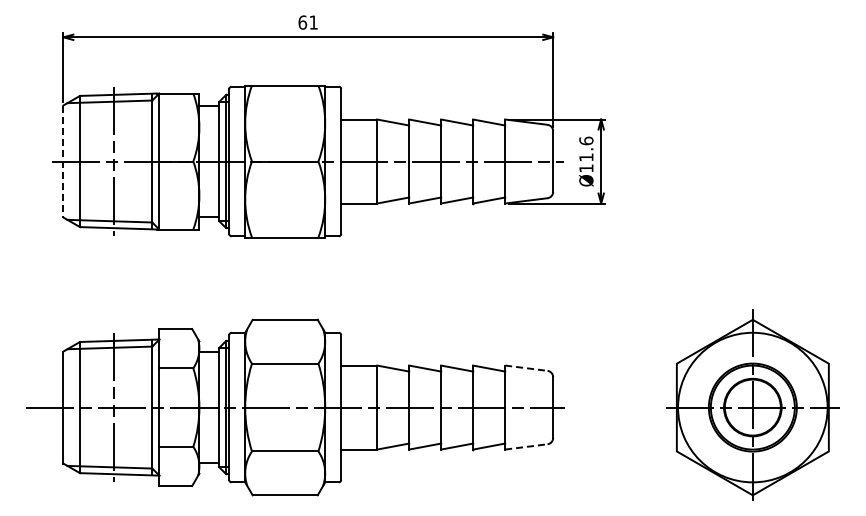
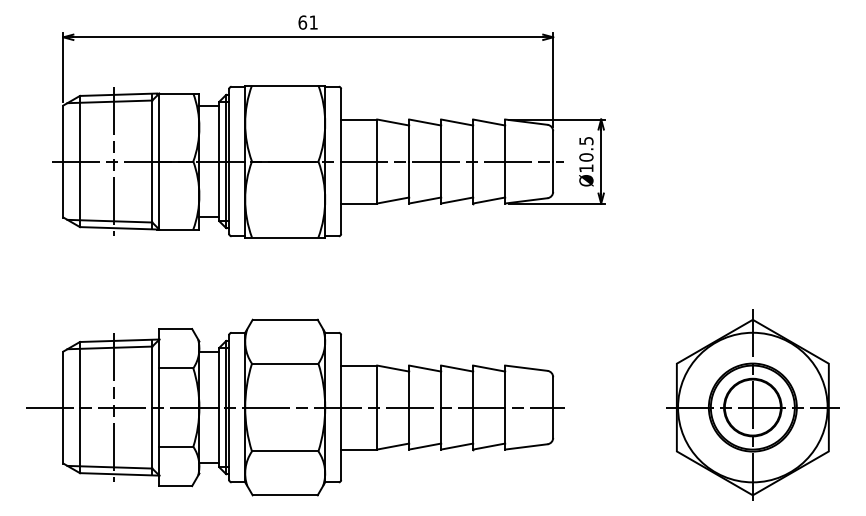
text at (586, 148): Ø11.6 -> Ø10.5
line at (63, 161): dashed -> solid
line at (526, 368): dashed -> solid
line at (526, 446): dashed -> solid
